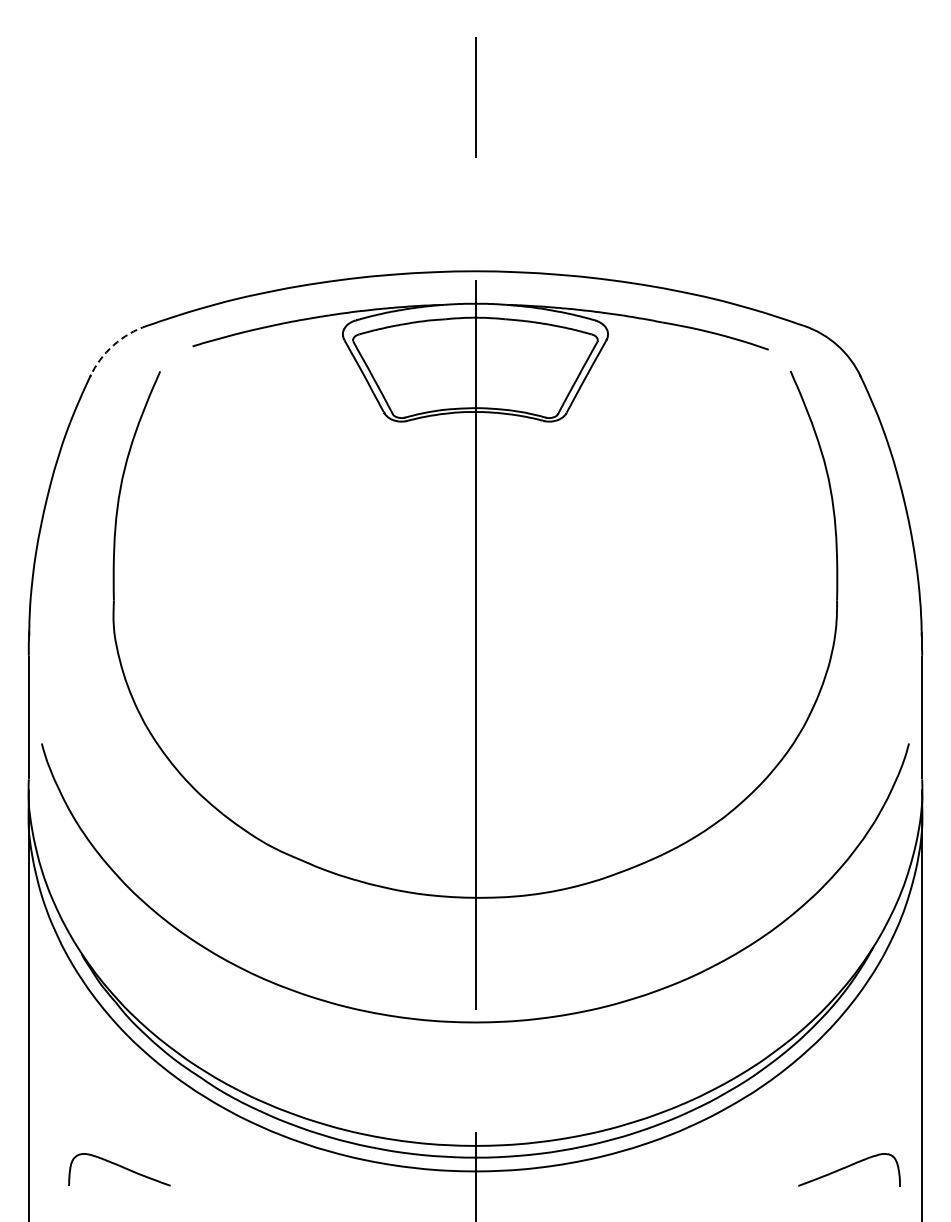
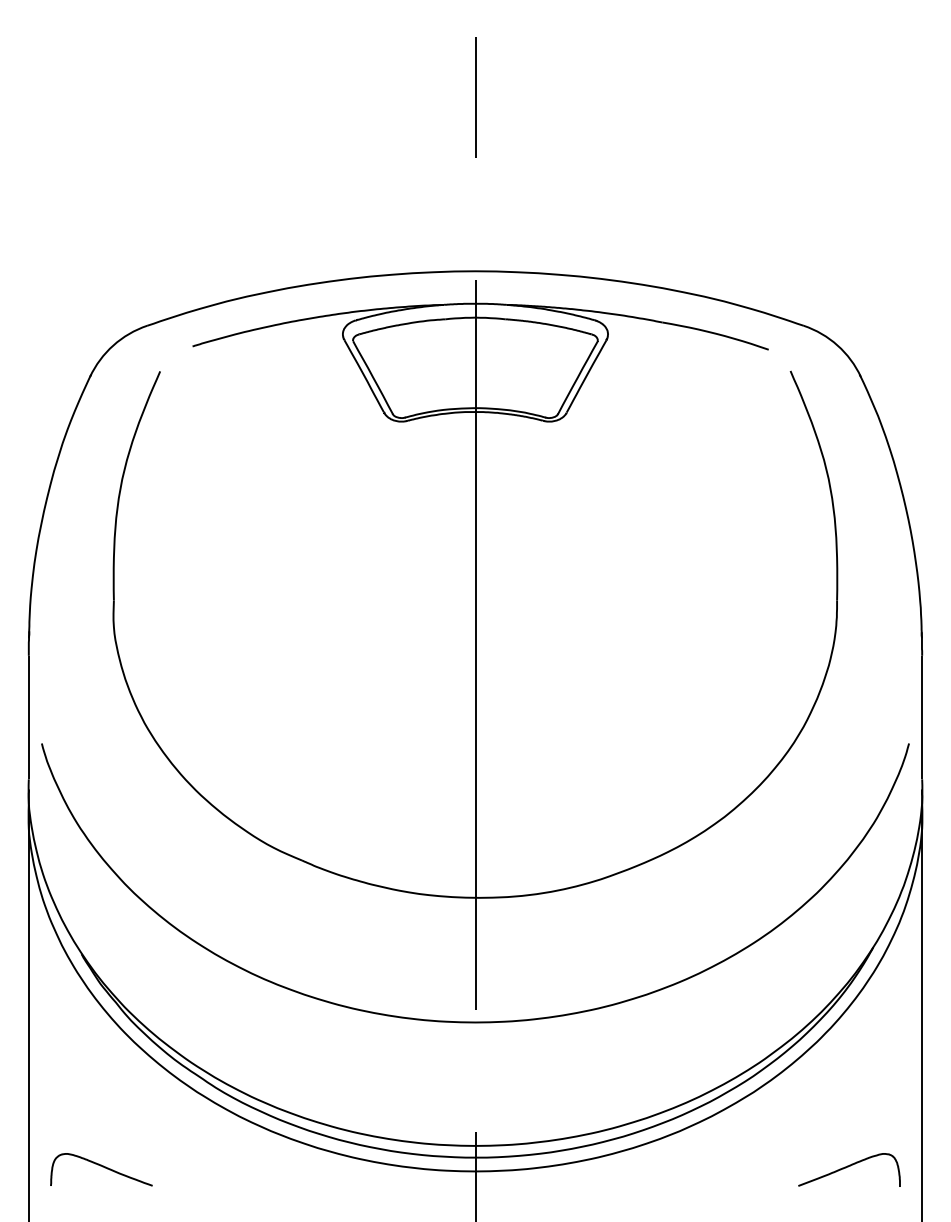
arc at (113, 345): dashed -> solid
curve at (120, 1167) position: (120, 1167) -> (102, 1167)
